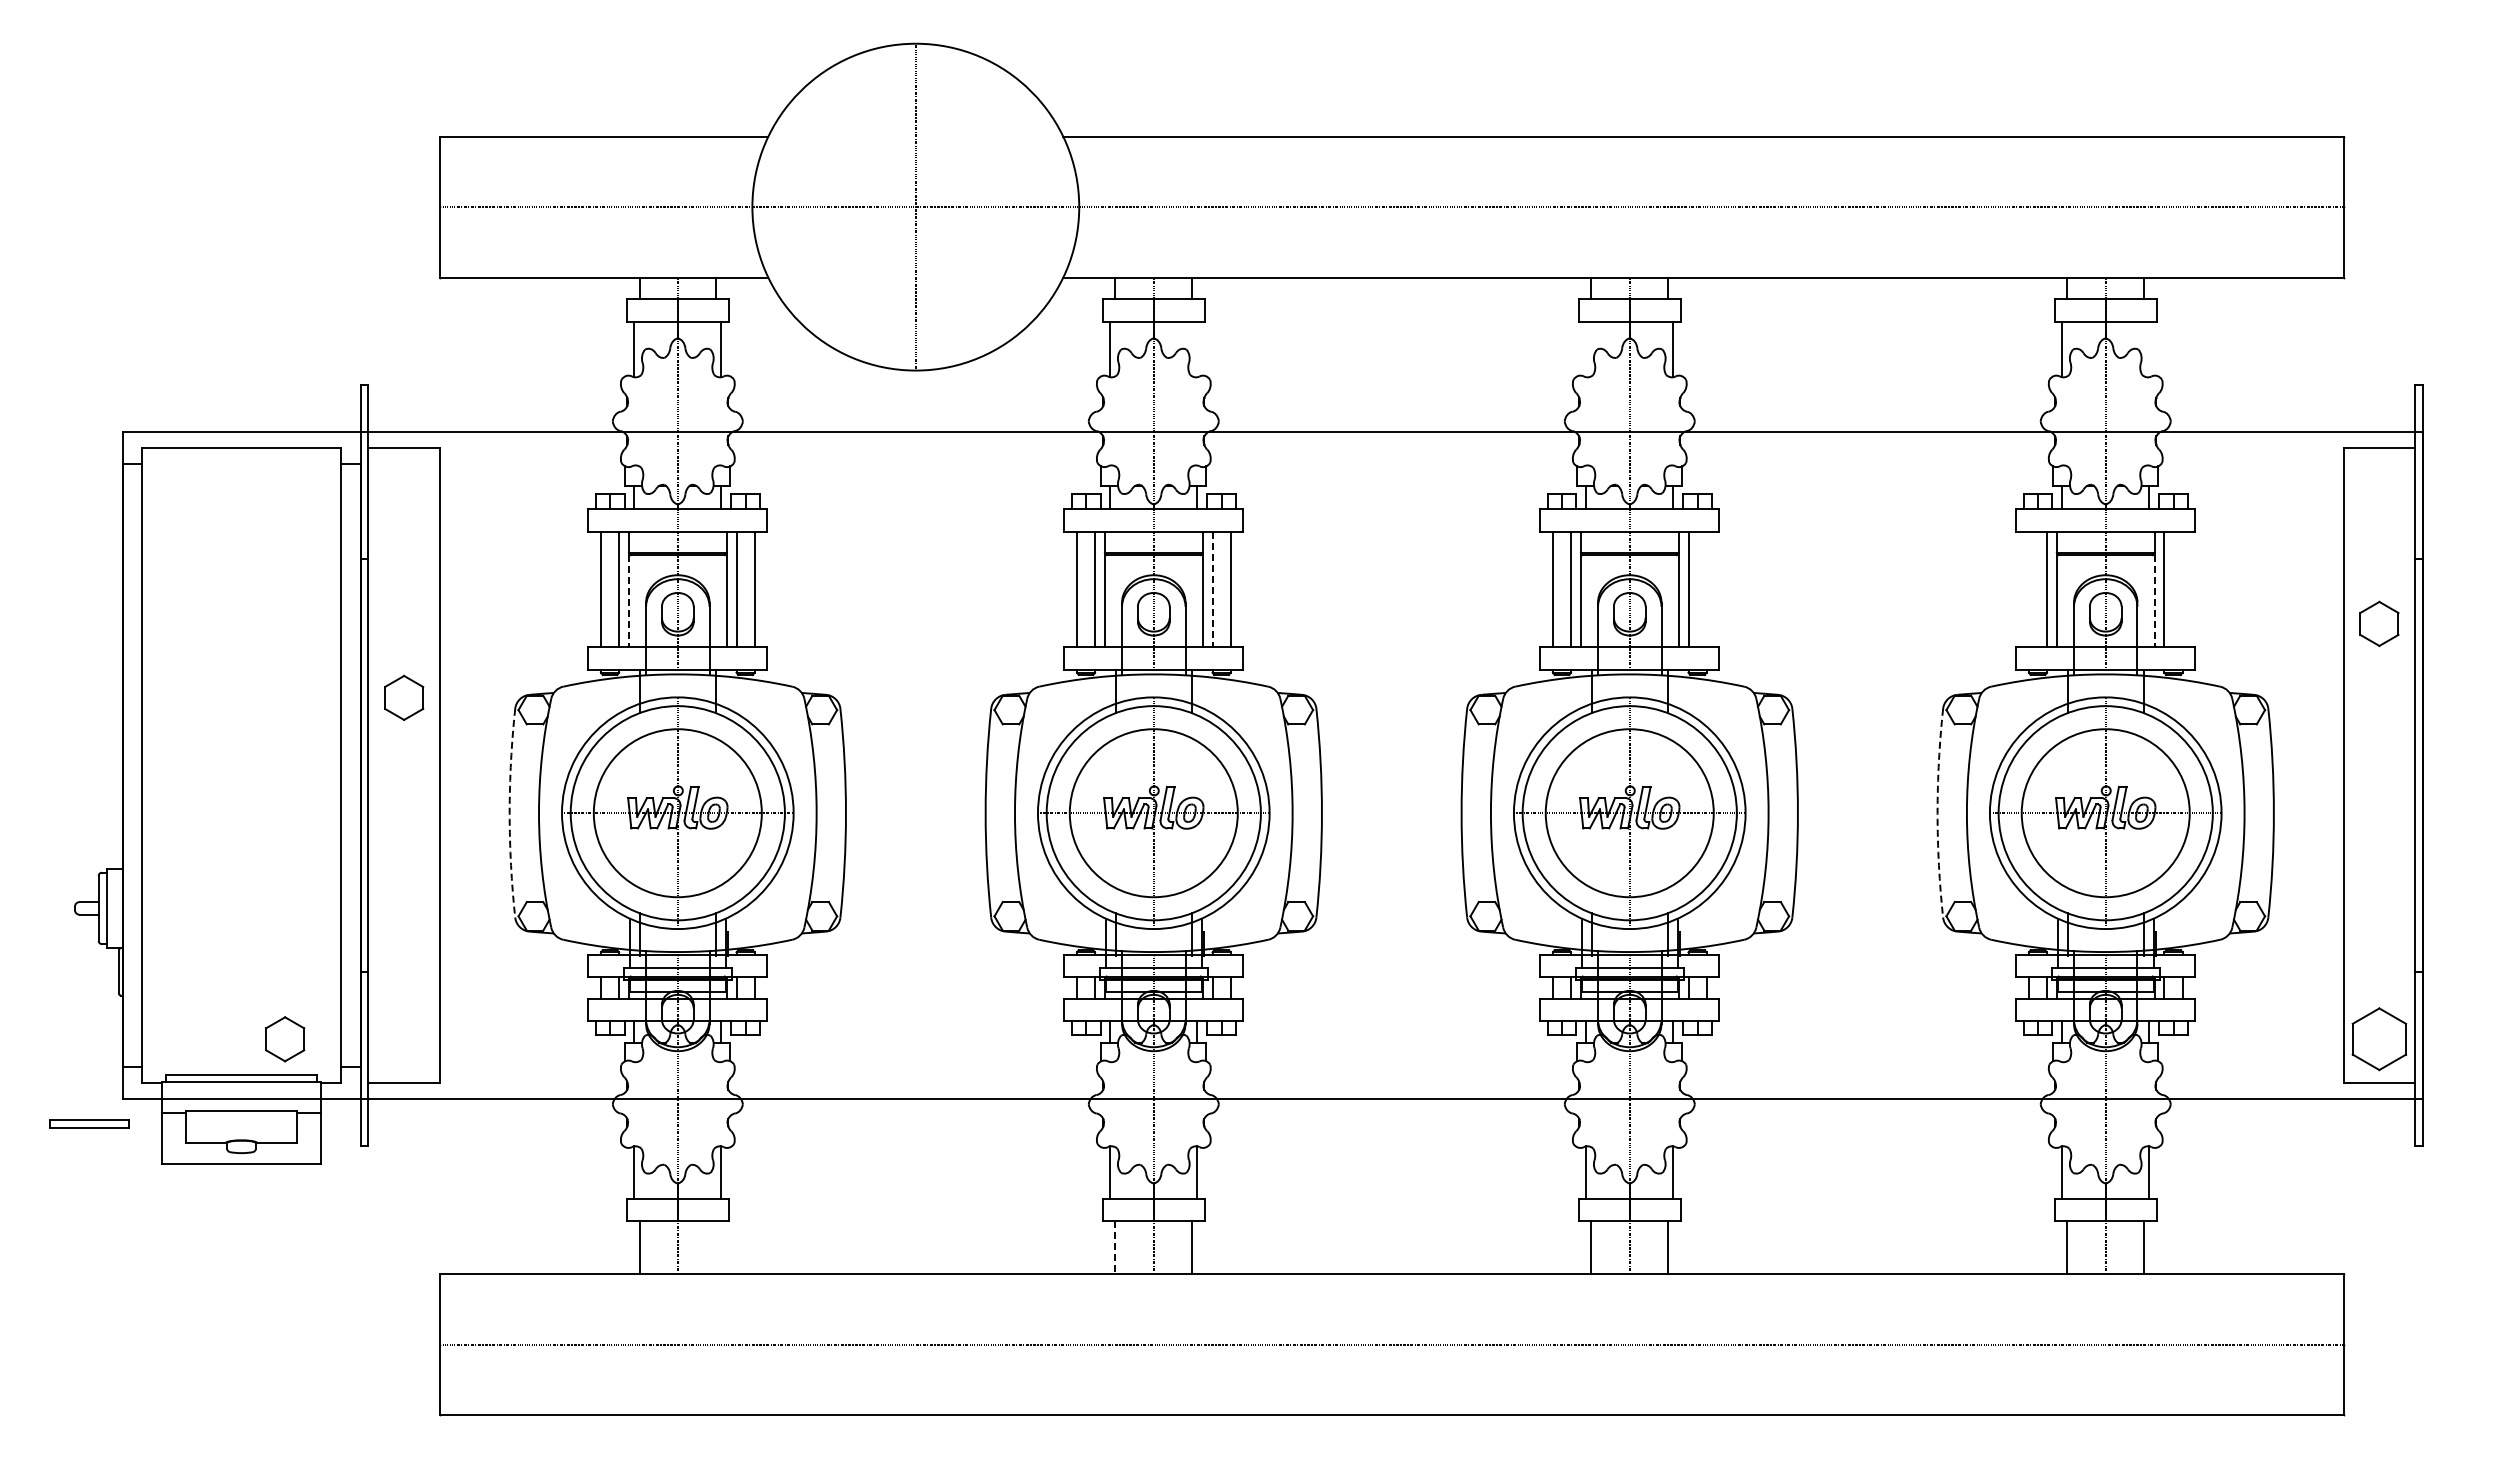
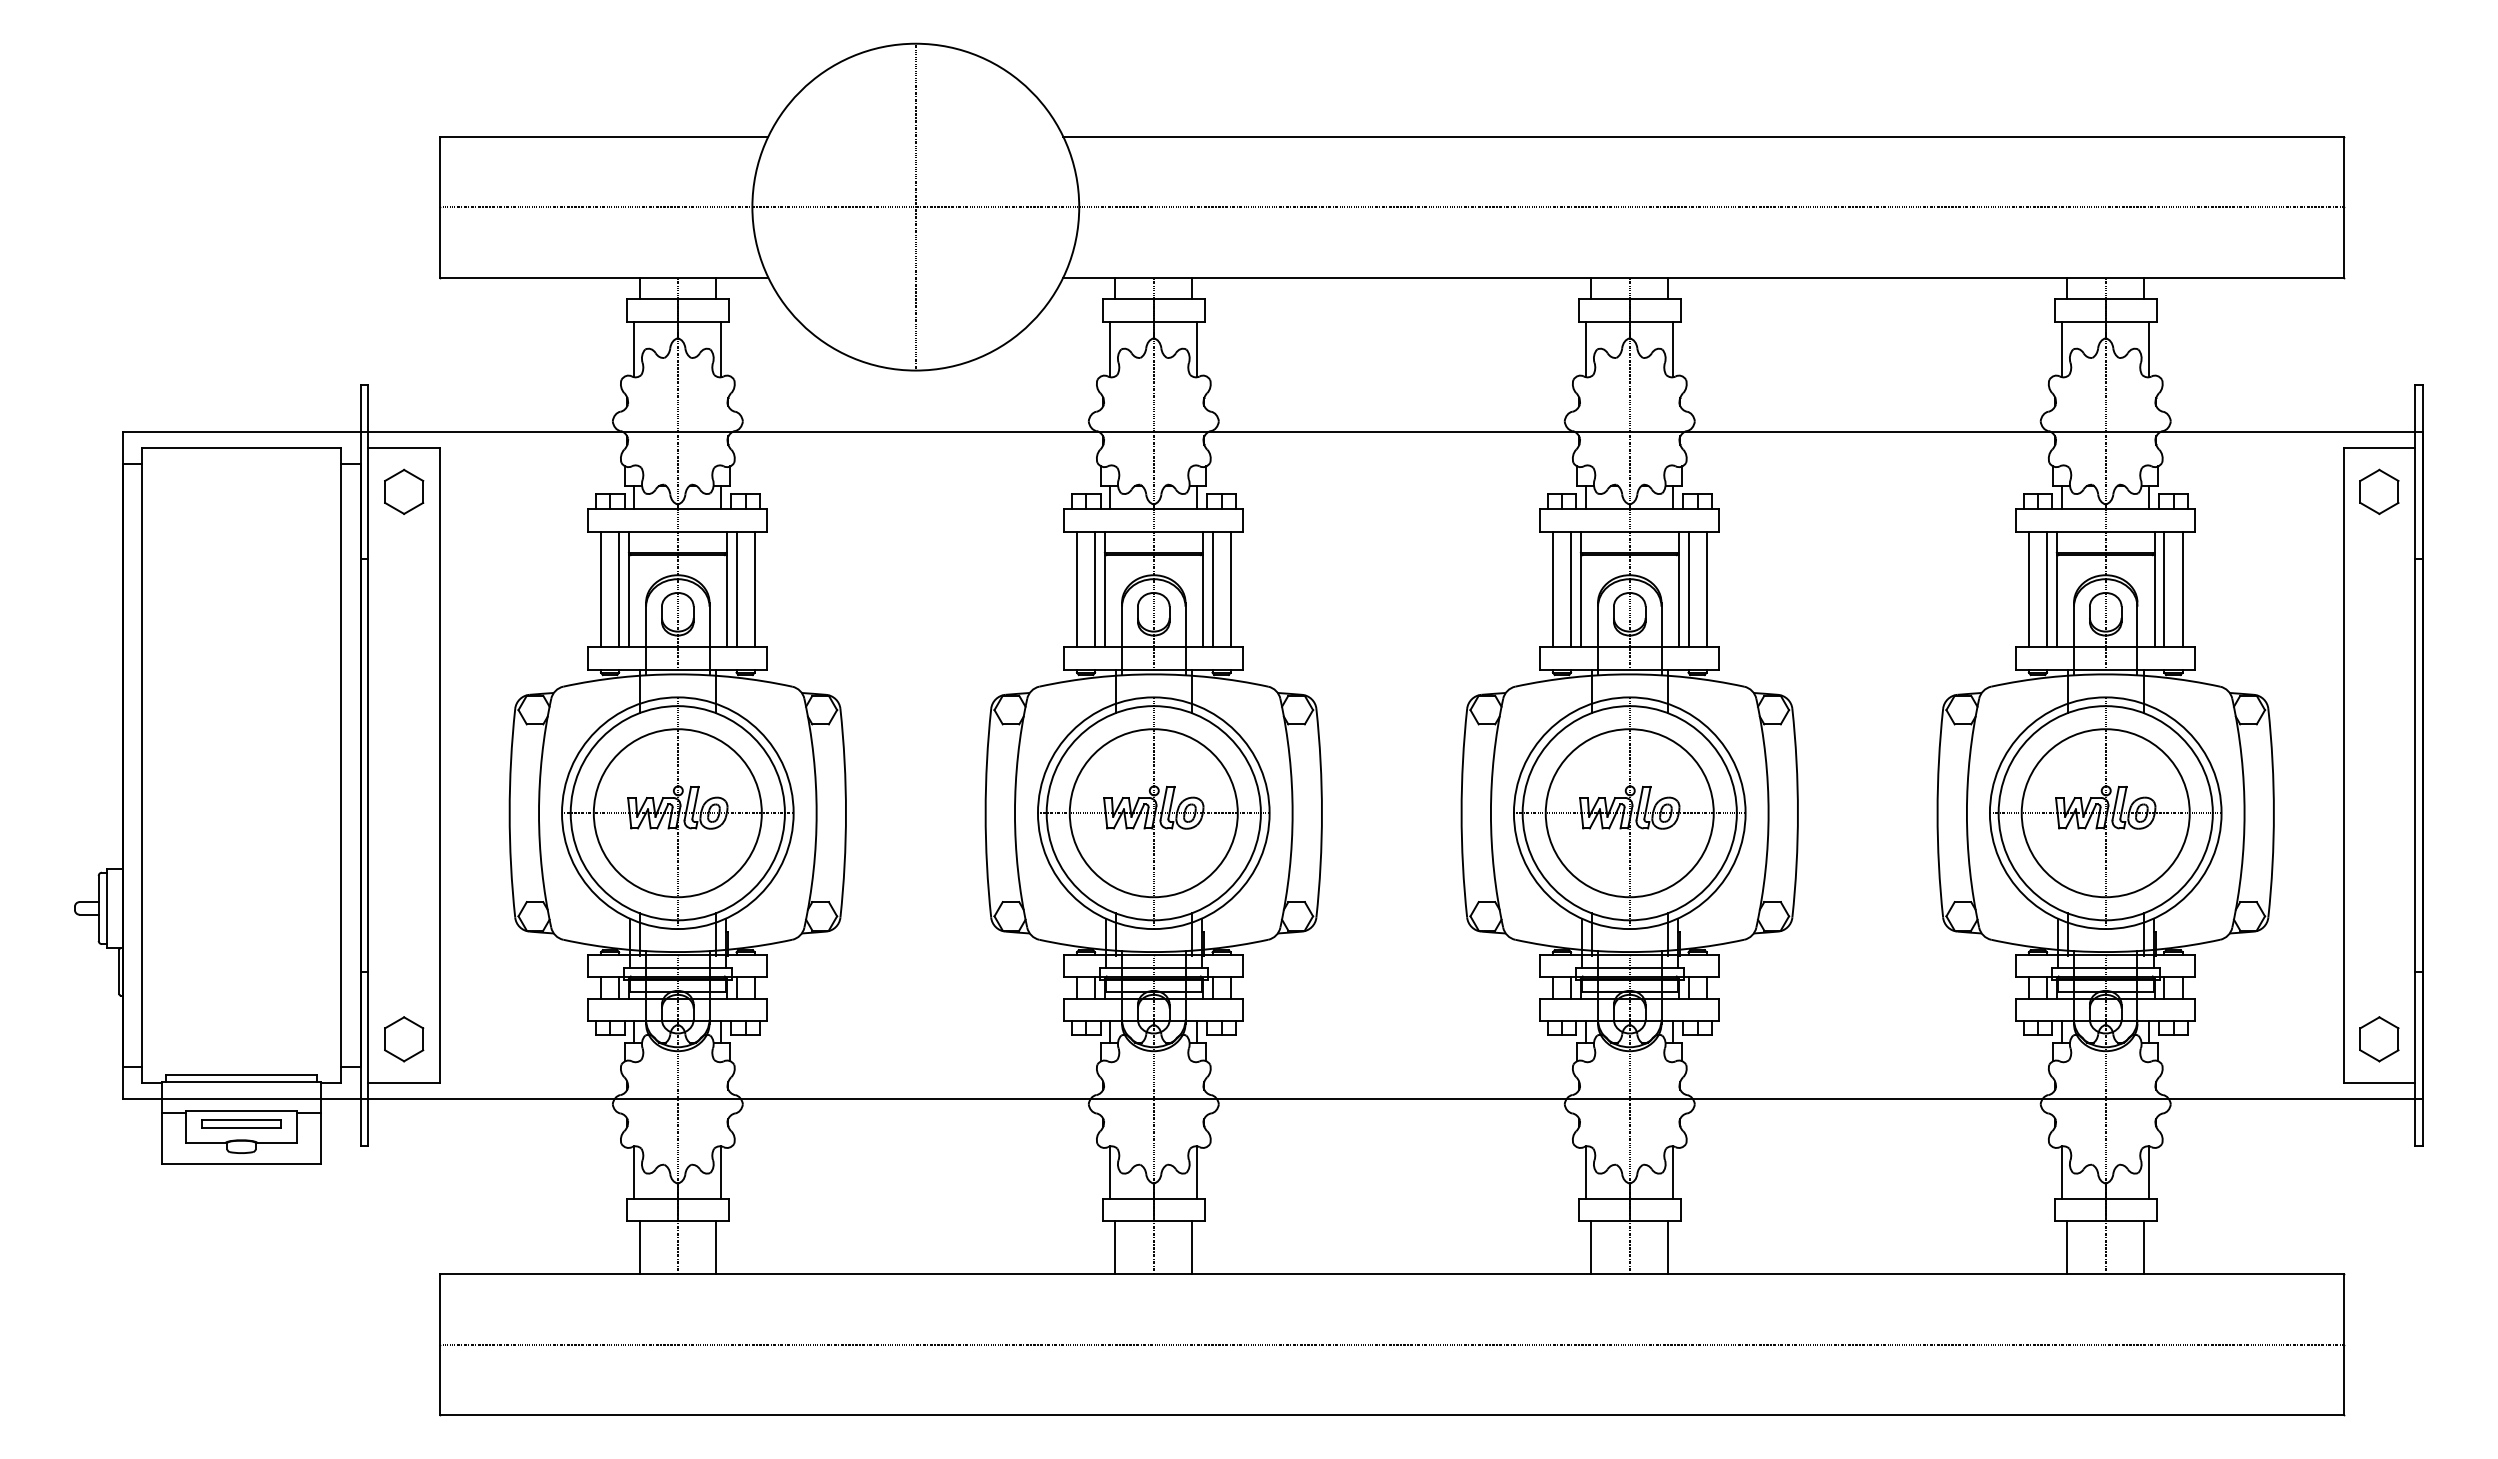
line at (1197, 349): none -> present
line at (1586, 349): none -> present
line at (2149, 349): none -> present
line at (1212, 589): dashed -> solid
line at (1706, 589): none -> present
line at (2028, 589): none -> present
line at (2182, 589): none -> present
line at (629, 601): dashed -> solid
line at (2154, 601): dashed -> solid
part at (2379, 623) position: (2379, 623) -> (2379, 491)
part at (404, 697) position: (404, 697) -> (404, 491)
arc at (509, 813): dashed -> solid
arc at (1937, 813): dashed -> solid
part at (285, 1039) position: (285, 1039) -> (404, 1039)
part at (2379, 1039) size: 57x65 px -> 41x47 px
part at (89, 1123) position: (89, 1123) -> (241, 1123)
line at (716, 1247): none -> present
line at (1115, 1247): dashed -> solid
